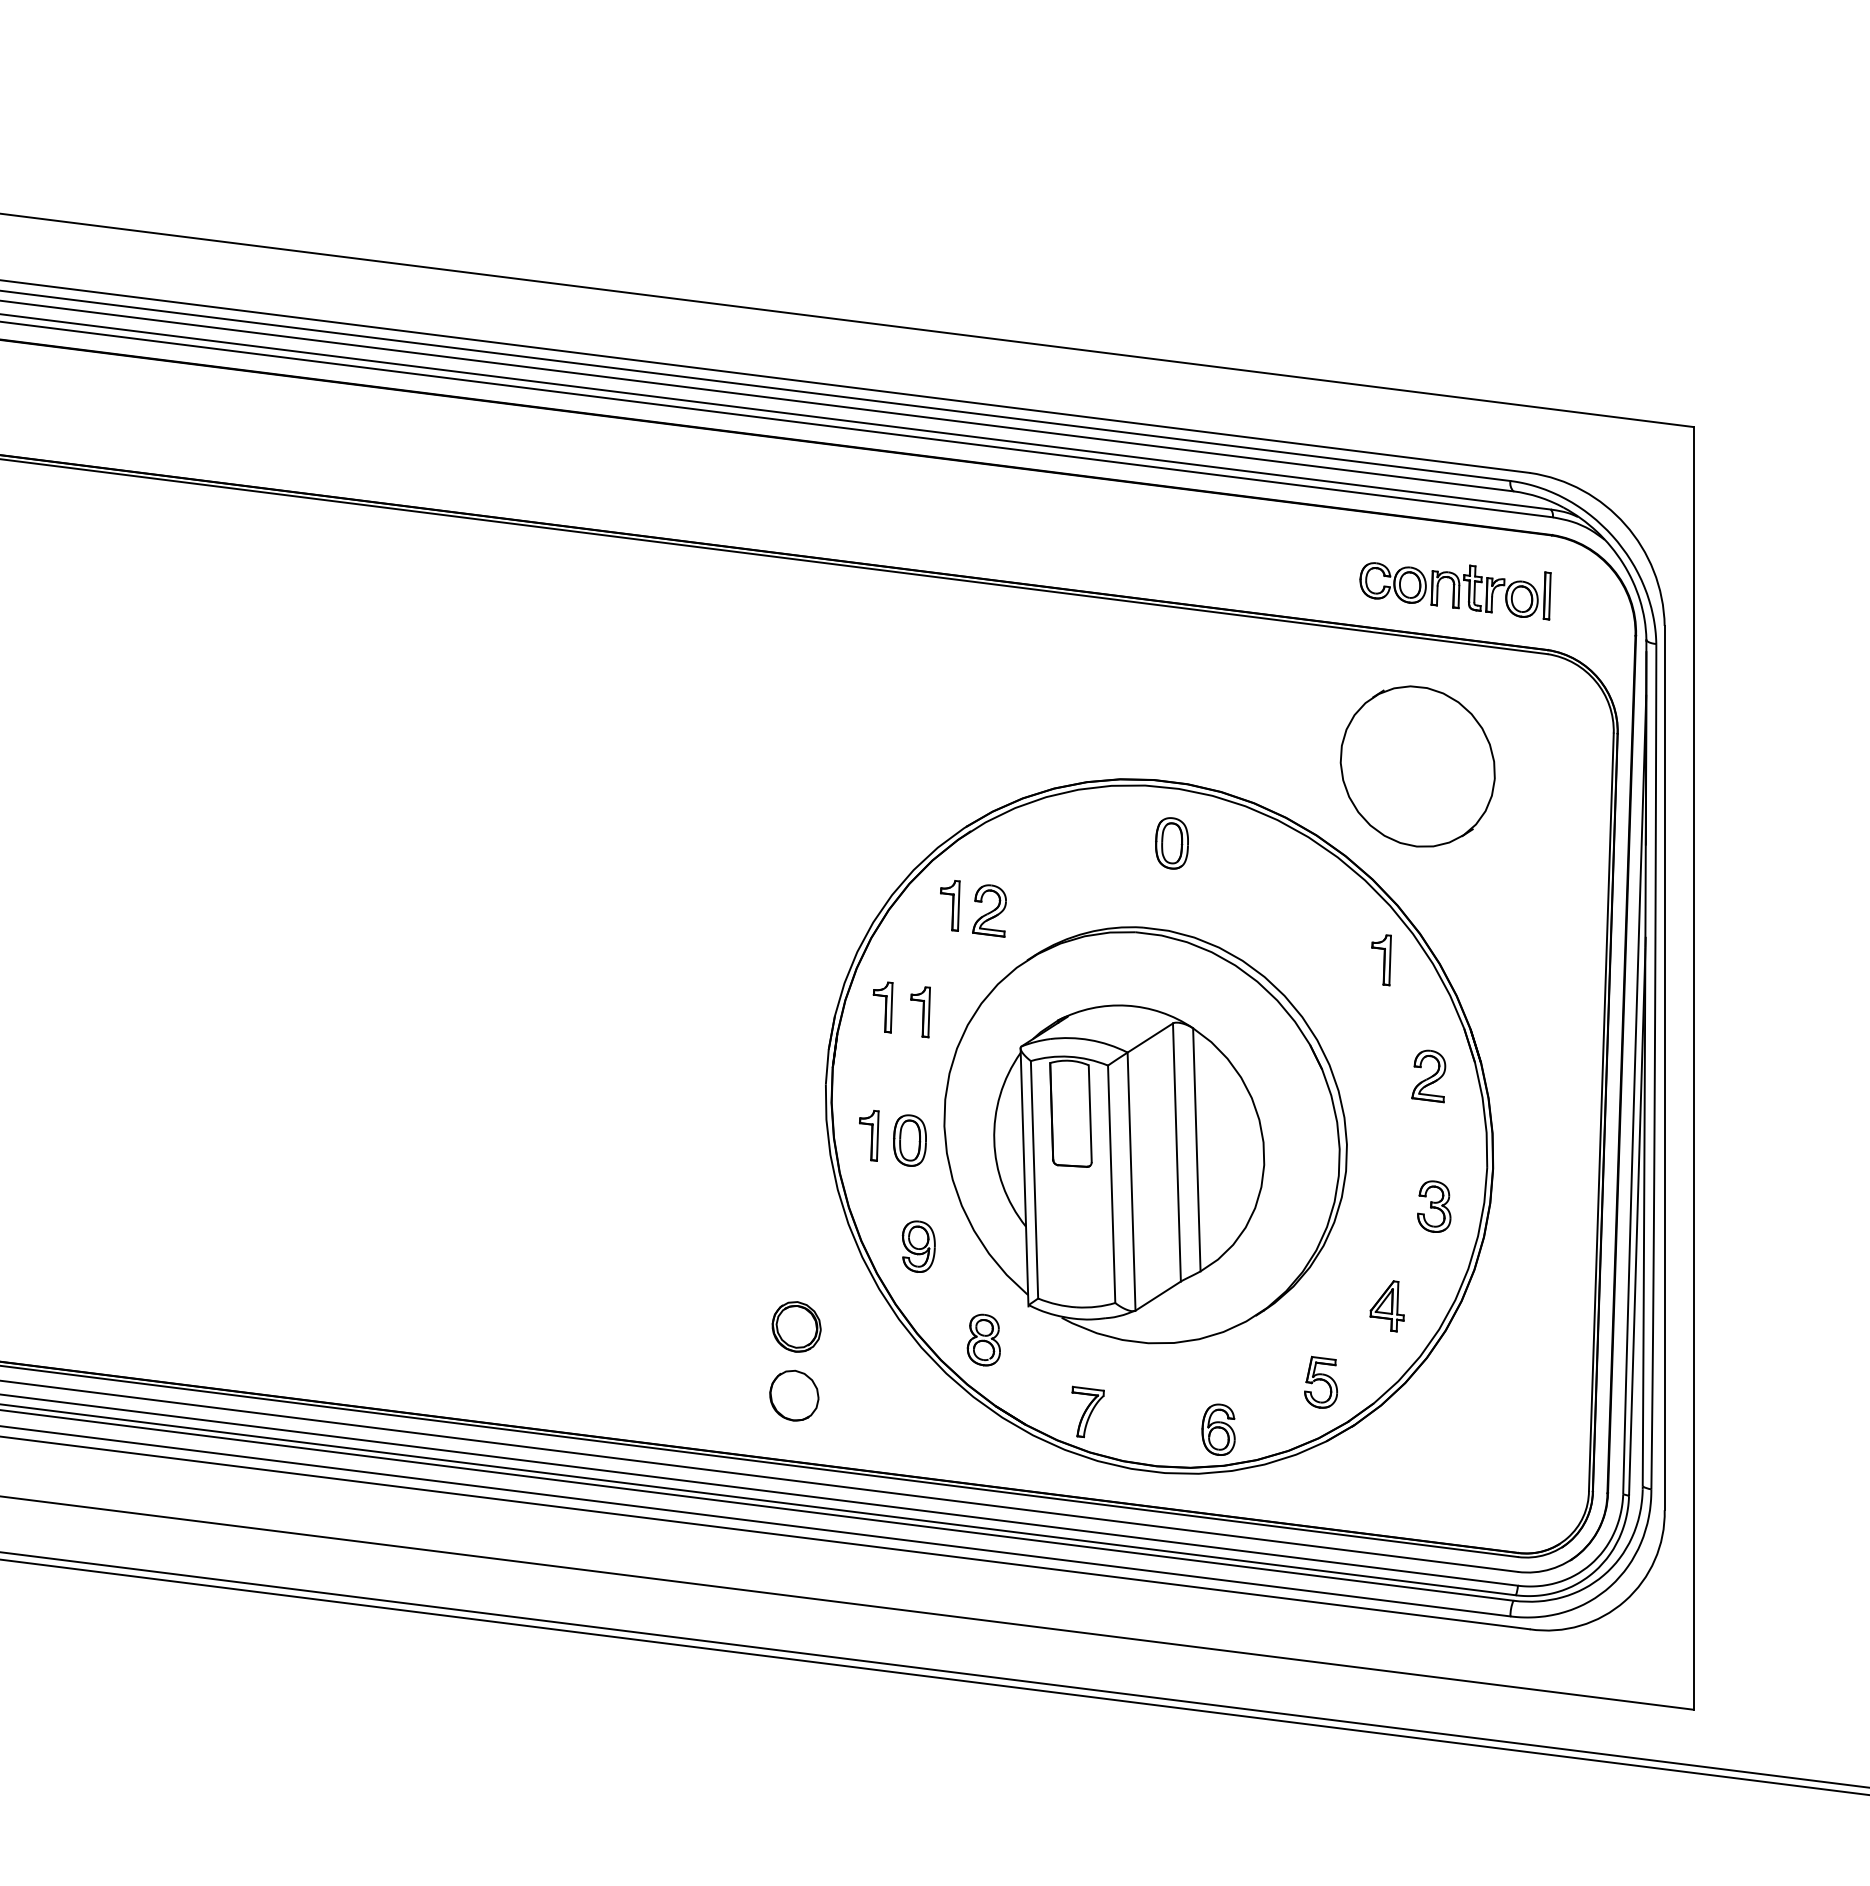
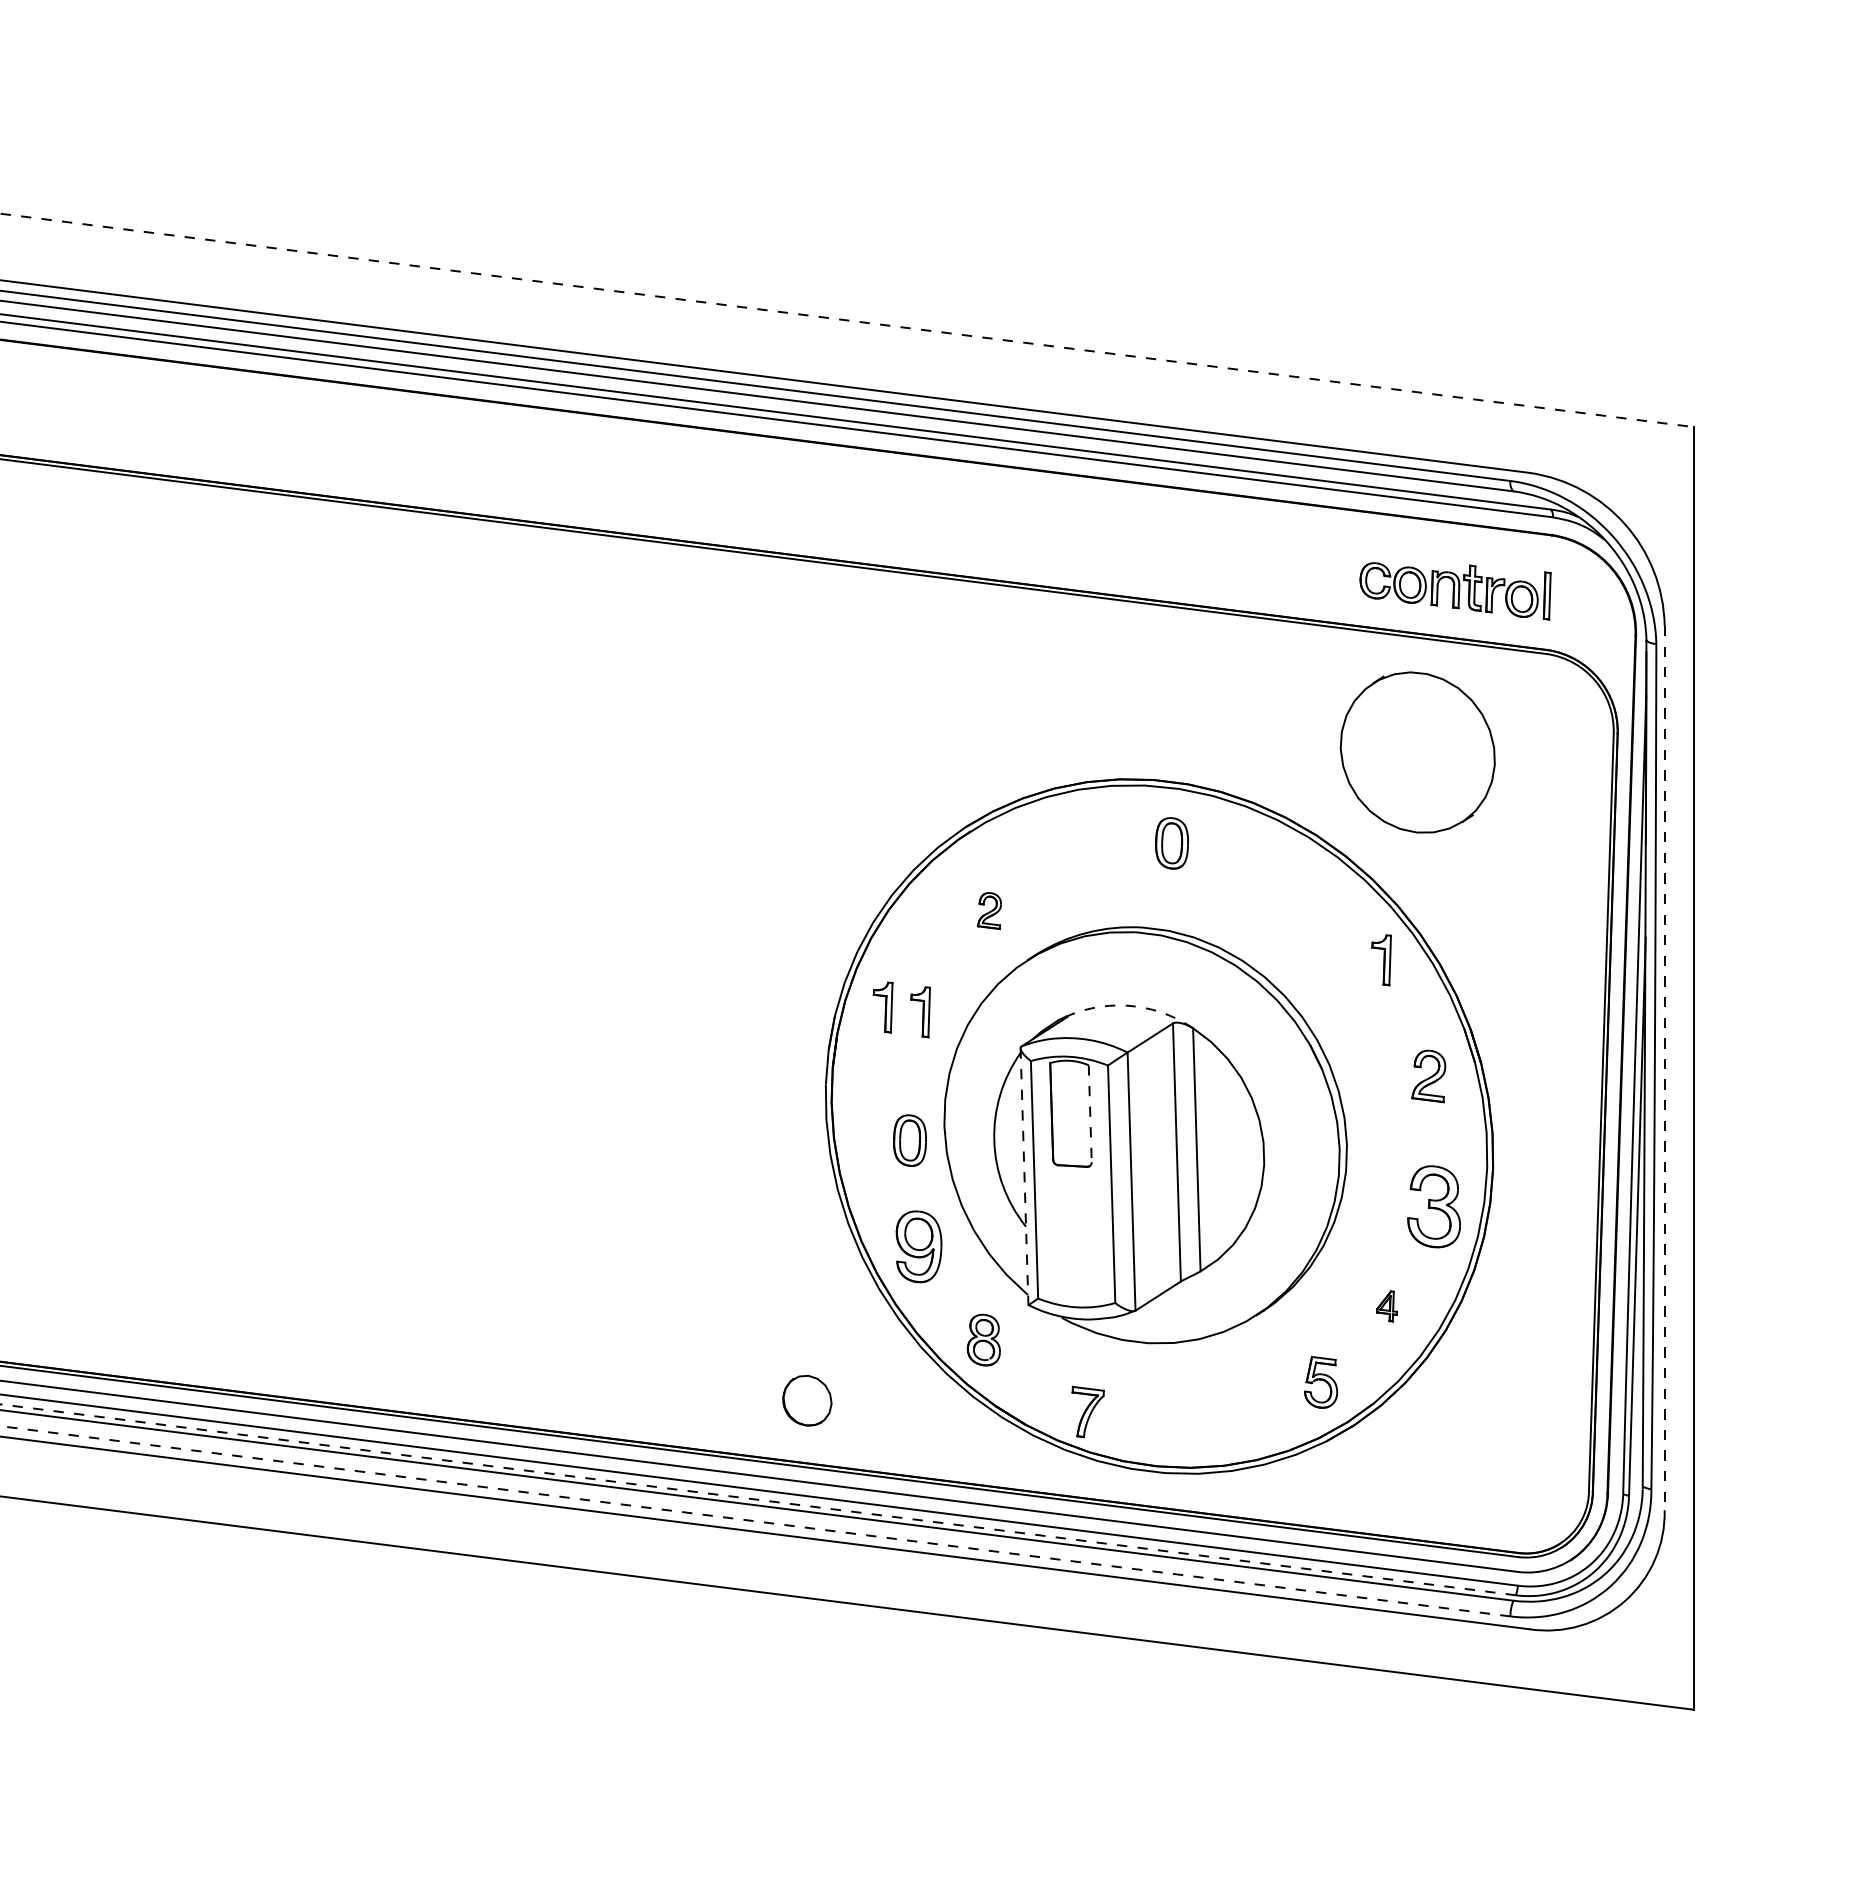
line at (847, 320): solid -> dashed
part at (1417, 766) position: (1417, 766) -> (1417, 752)
part at (950, 905): present -> none
part at (989, 910) size: 35x54 px -> 25x38 px
arc at (1126, 1005): solid -> dashed
line at (1664, 1068): solid -> dashed
line at (1090, 1114): solid -> dashed
part at (869, 1135): present -> none
line at (1024, 1177): solid -> dashed
part at (1434, 1206) size: 35x53 px -> 54x84 px
part at (918, 1246) size: 35x53 px -> 48x74 px
part at (1386, 1306) size: 36x53 px -> 23x33 px
part at (796, 1326): present -> none
part at (794, 1395) position: (794, 1395) -> (807, 1400)
part at (1218, 1429): present -> none
line at (758, 1499): solid -> dashed
line at (755, 1521): solid -> dashed
line at (934, 1669): present -> none
line at (934, 1676): present -> none
